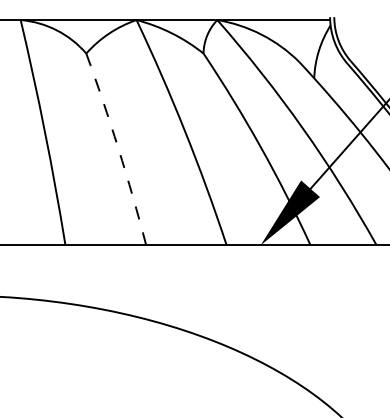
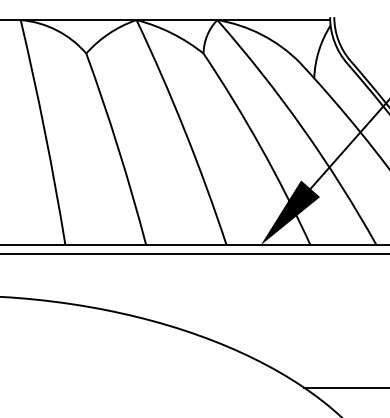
arc at (118, 148): dashed -> solid
line at (194, 253): none -> present
line at (345, 387): none -> present
